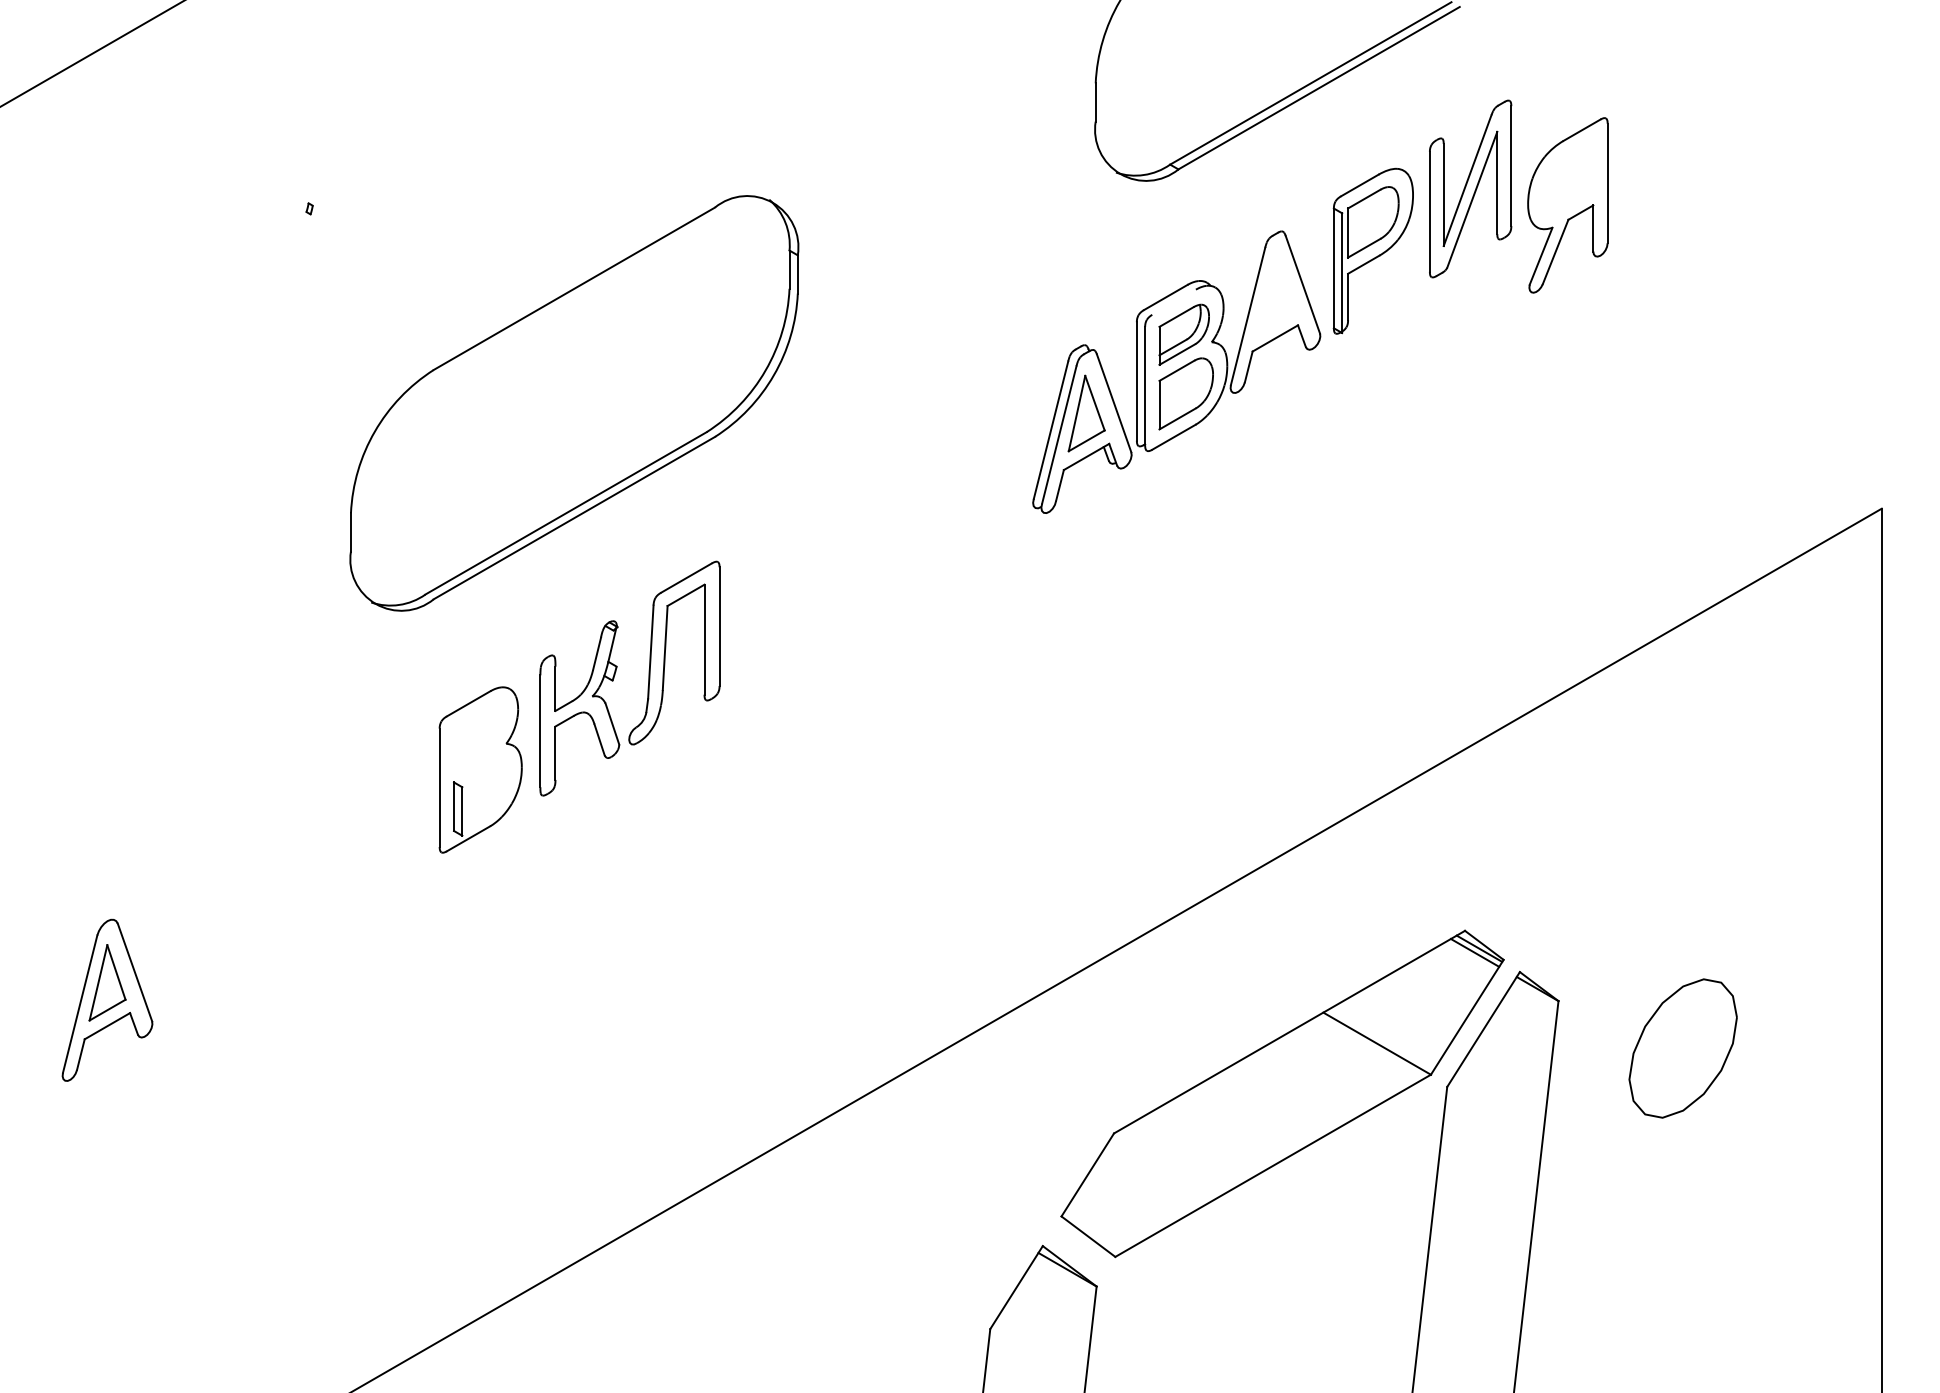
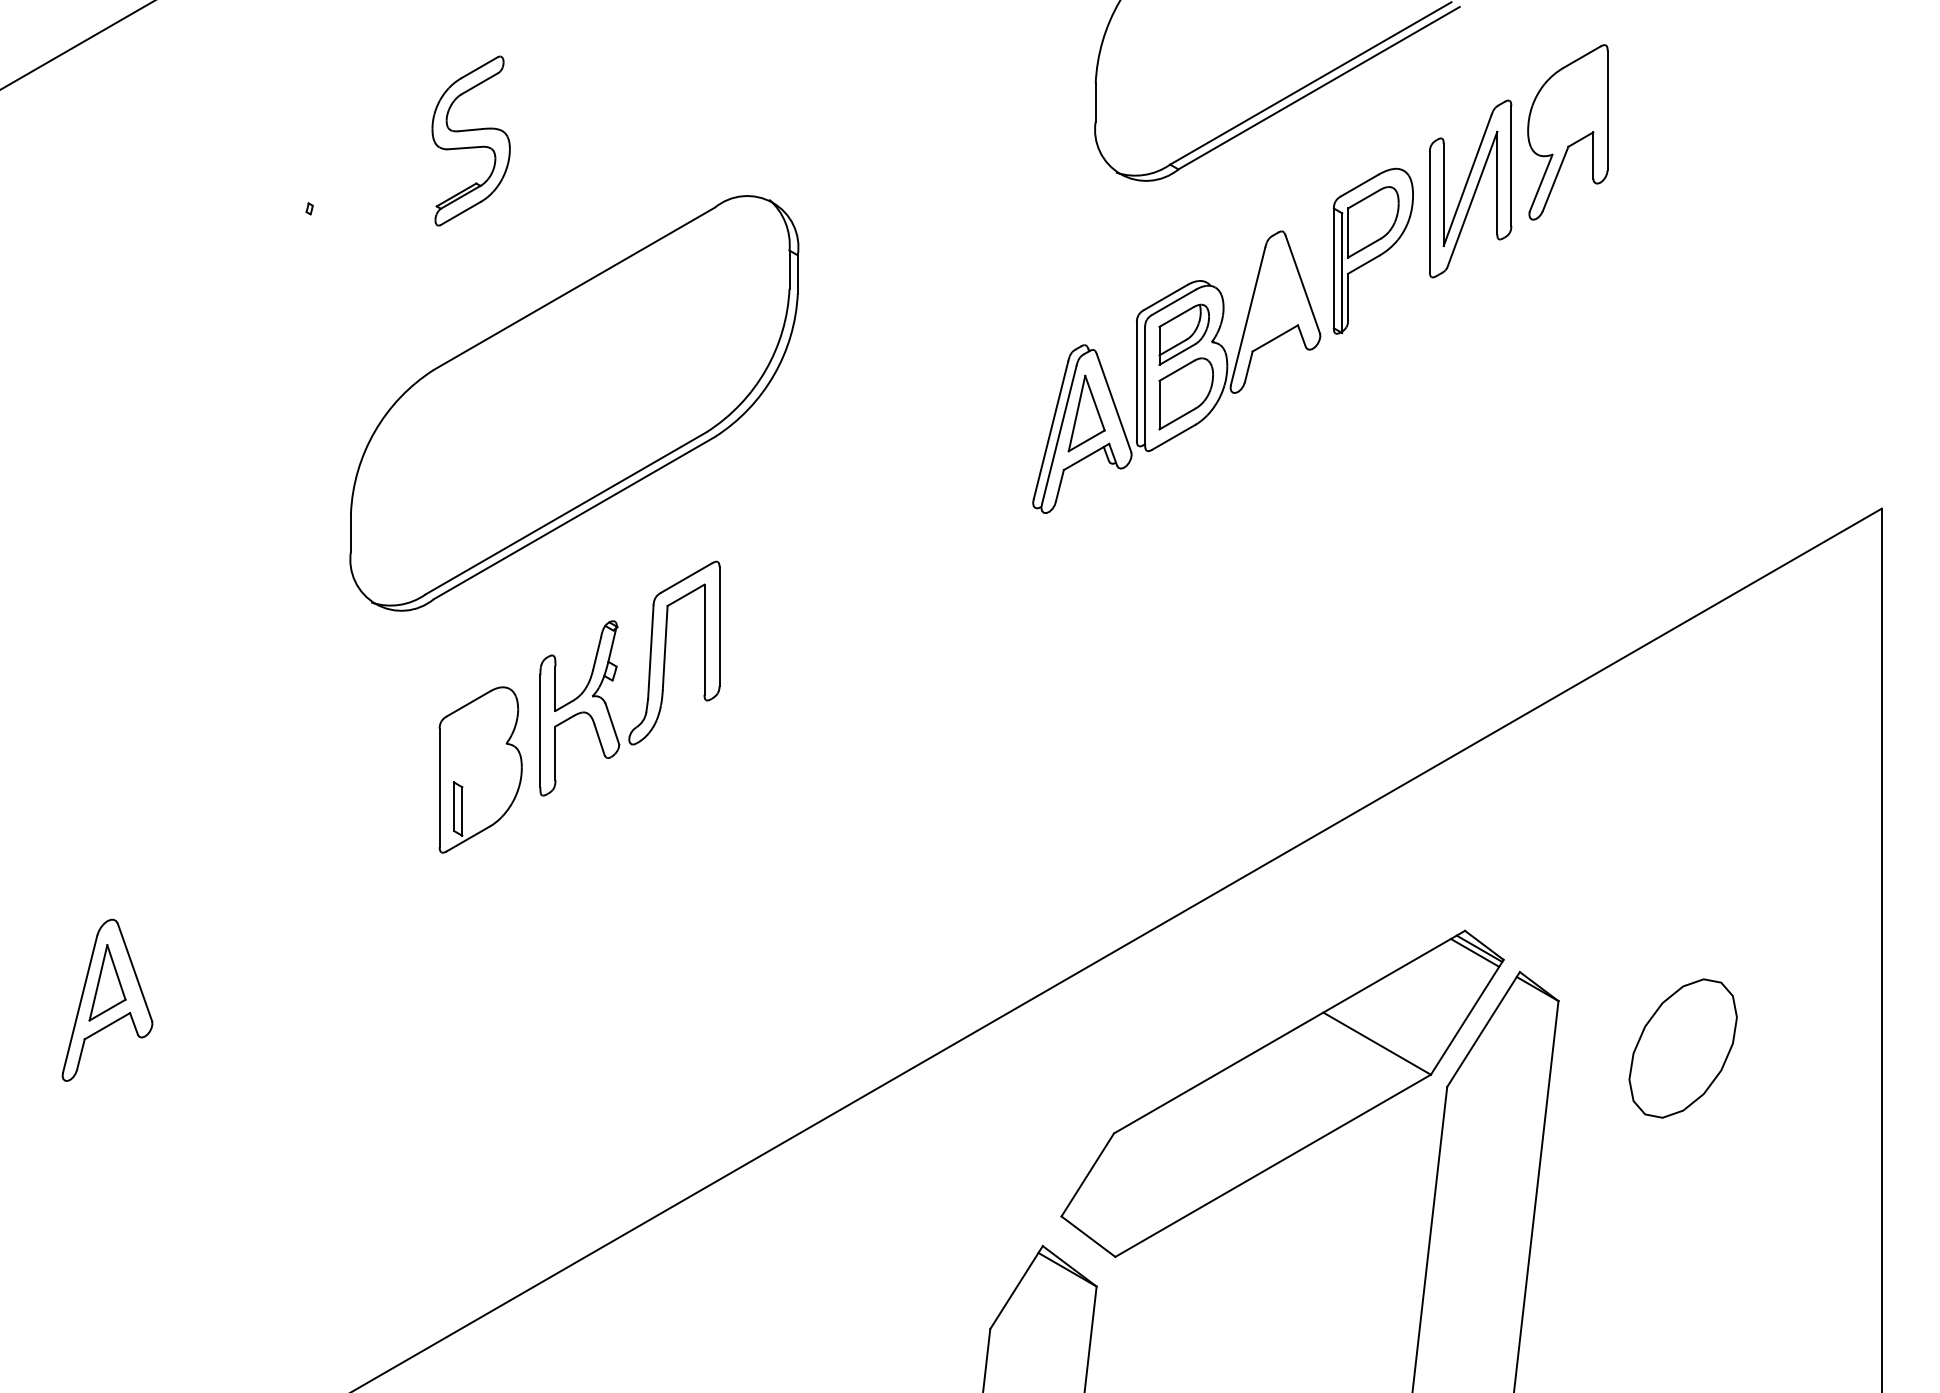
line at (92, 53) position: (92, 53) -> (77, 45)
part at (470, 140): none -> present
part at (1567, 205) position: (1567, 205) -> (1567, 132)
line at (1173, 301): none -> present
